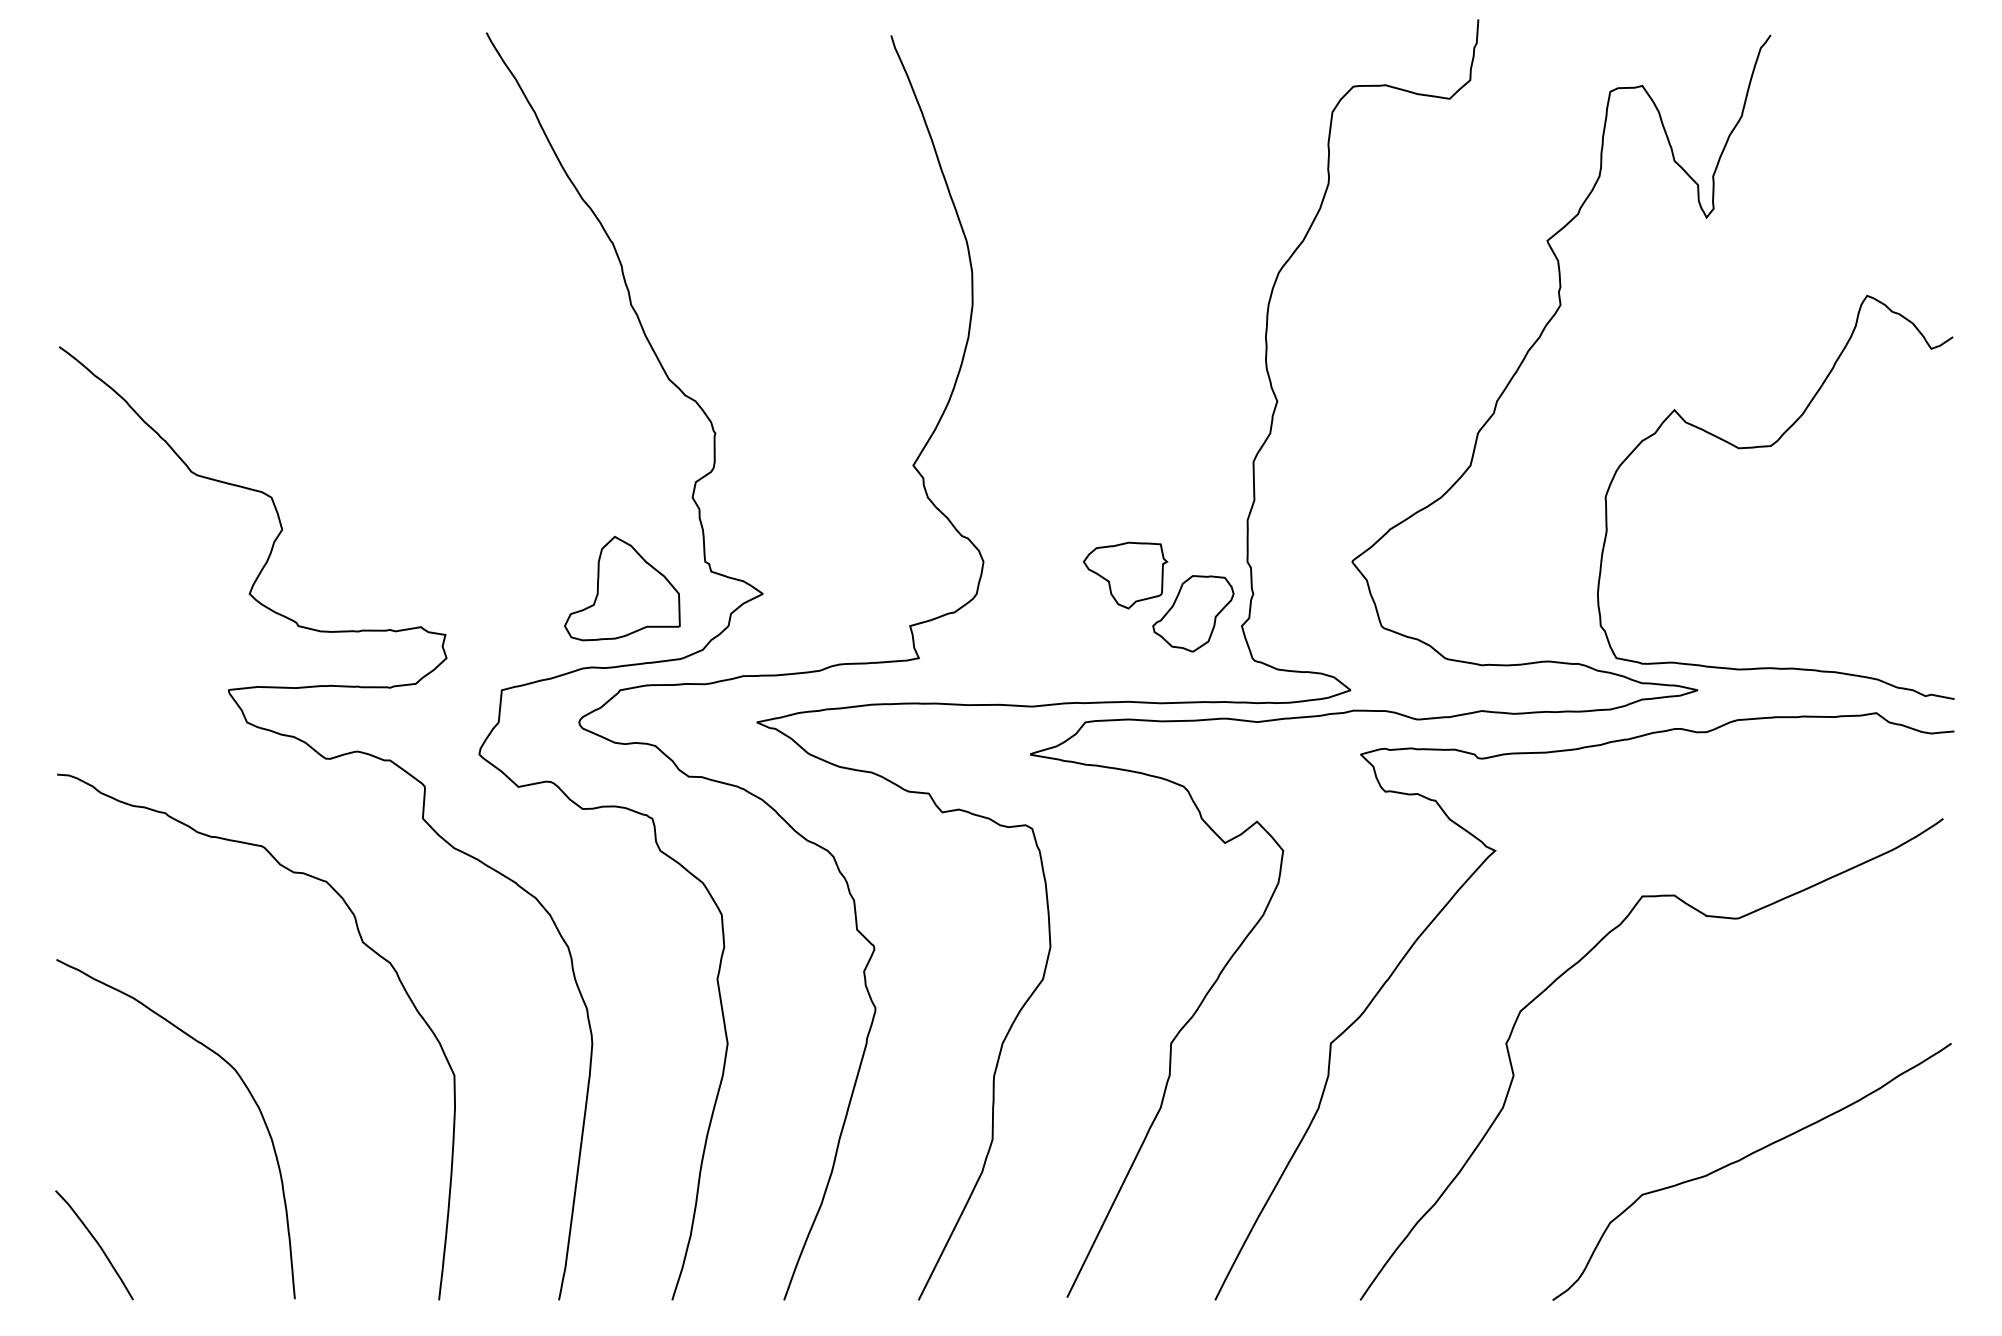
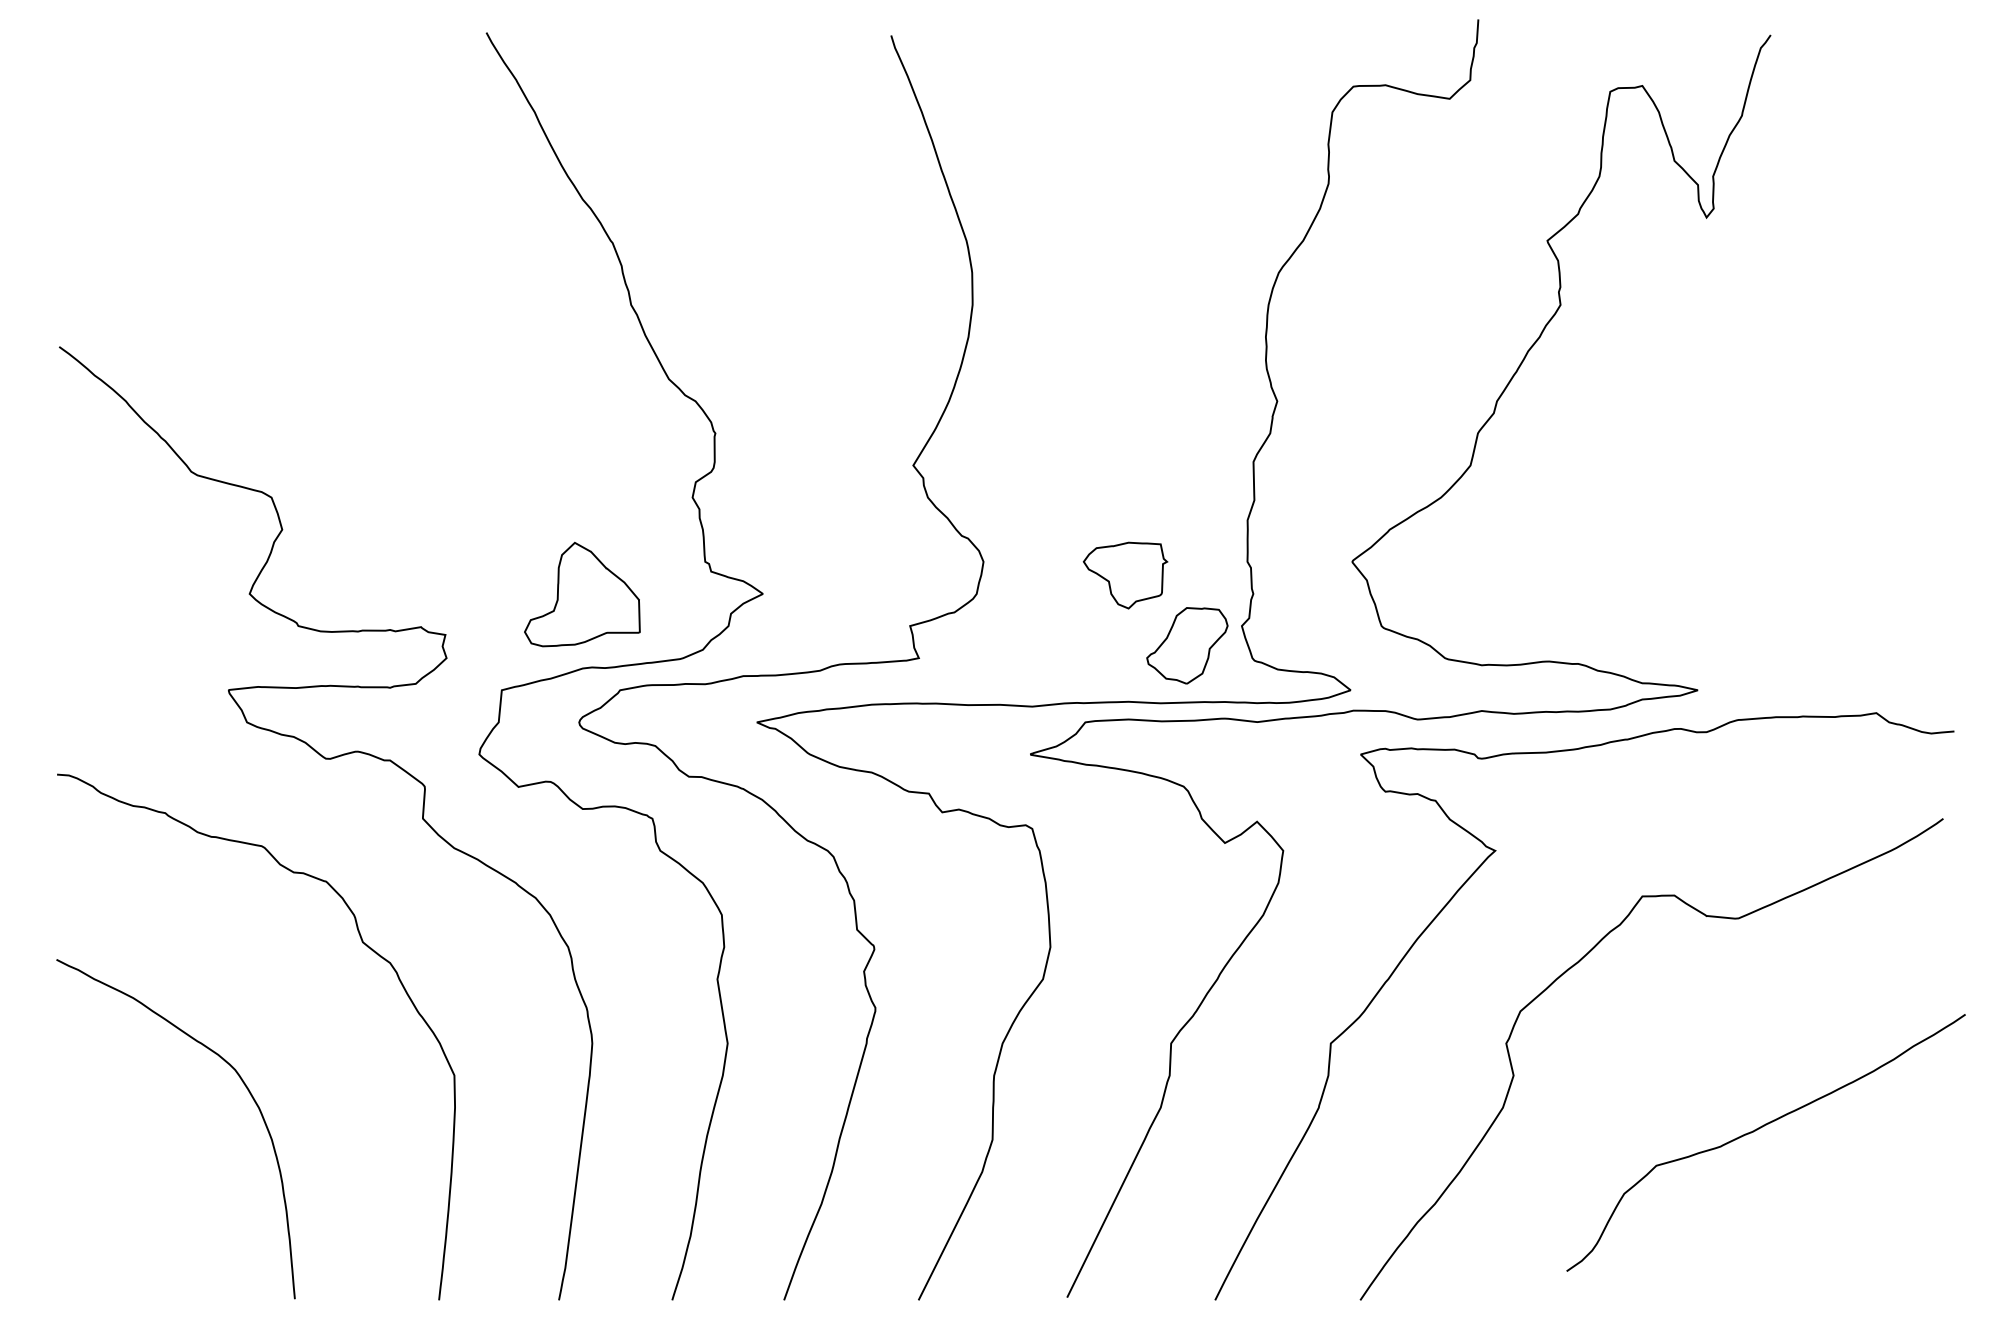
curve at (1769, 447): present -> none
part at (622, 588) position: (622, 588) -> (582, 594)
part at (1193, 613) position: (1193, 613) -> (1187, 645)
curve at (1745, 1158) position: (1745, 1158) -> (1759, 1129)
curve at (96, 1243): present -> none
